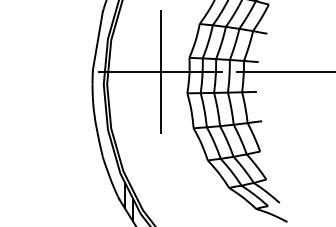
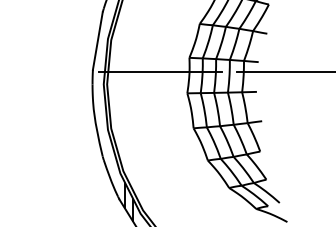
line at (160, 71): present -> none
